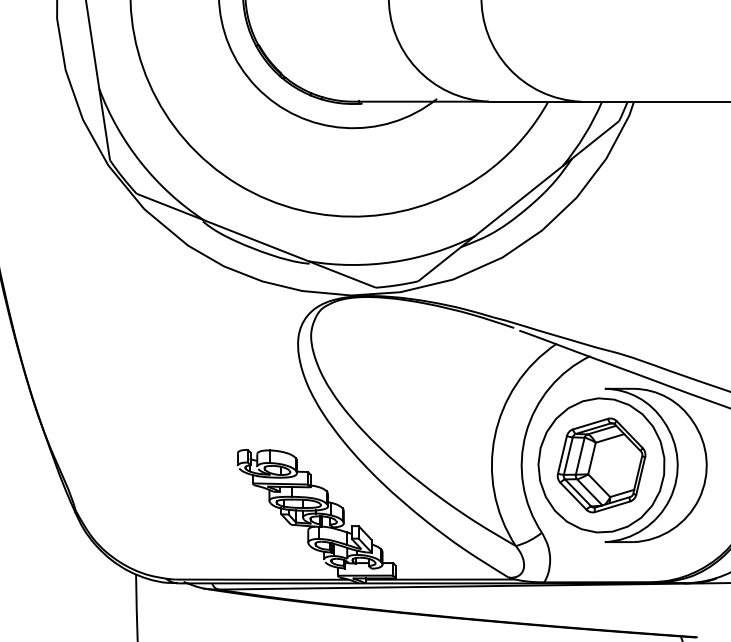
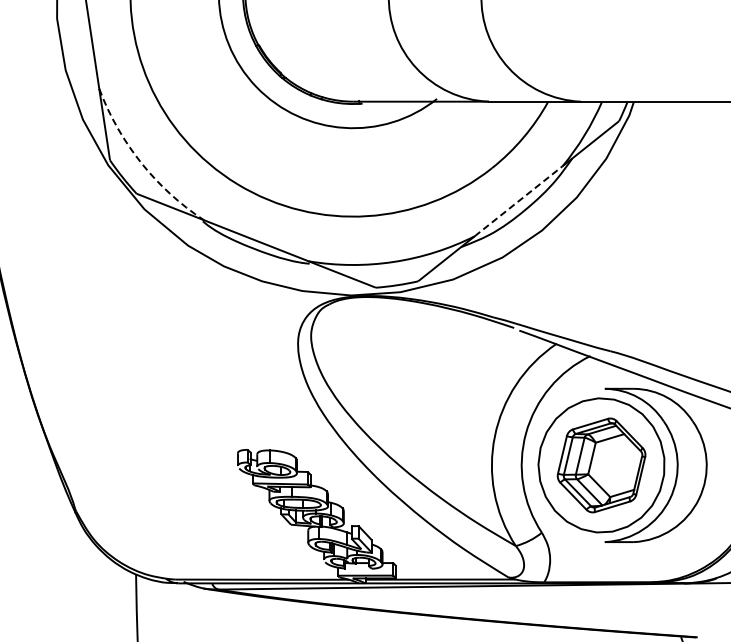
arc at (141, 162): solid -> dashed
line at (519, 200): solid -> dashed
